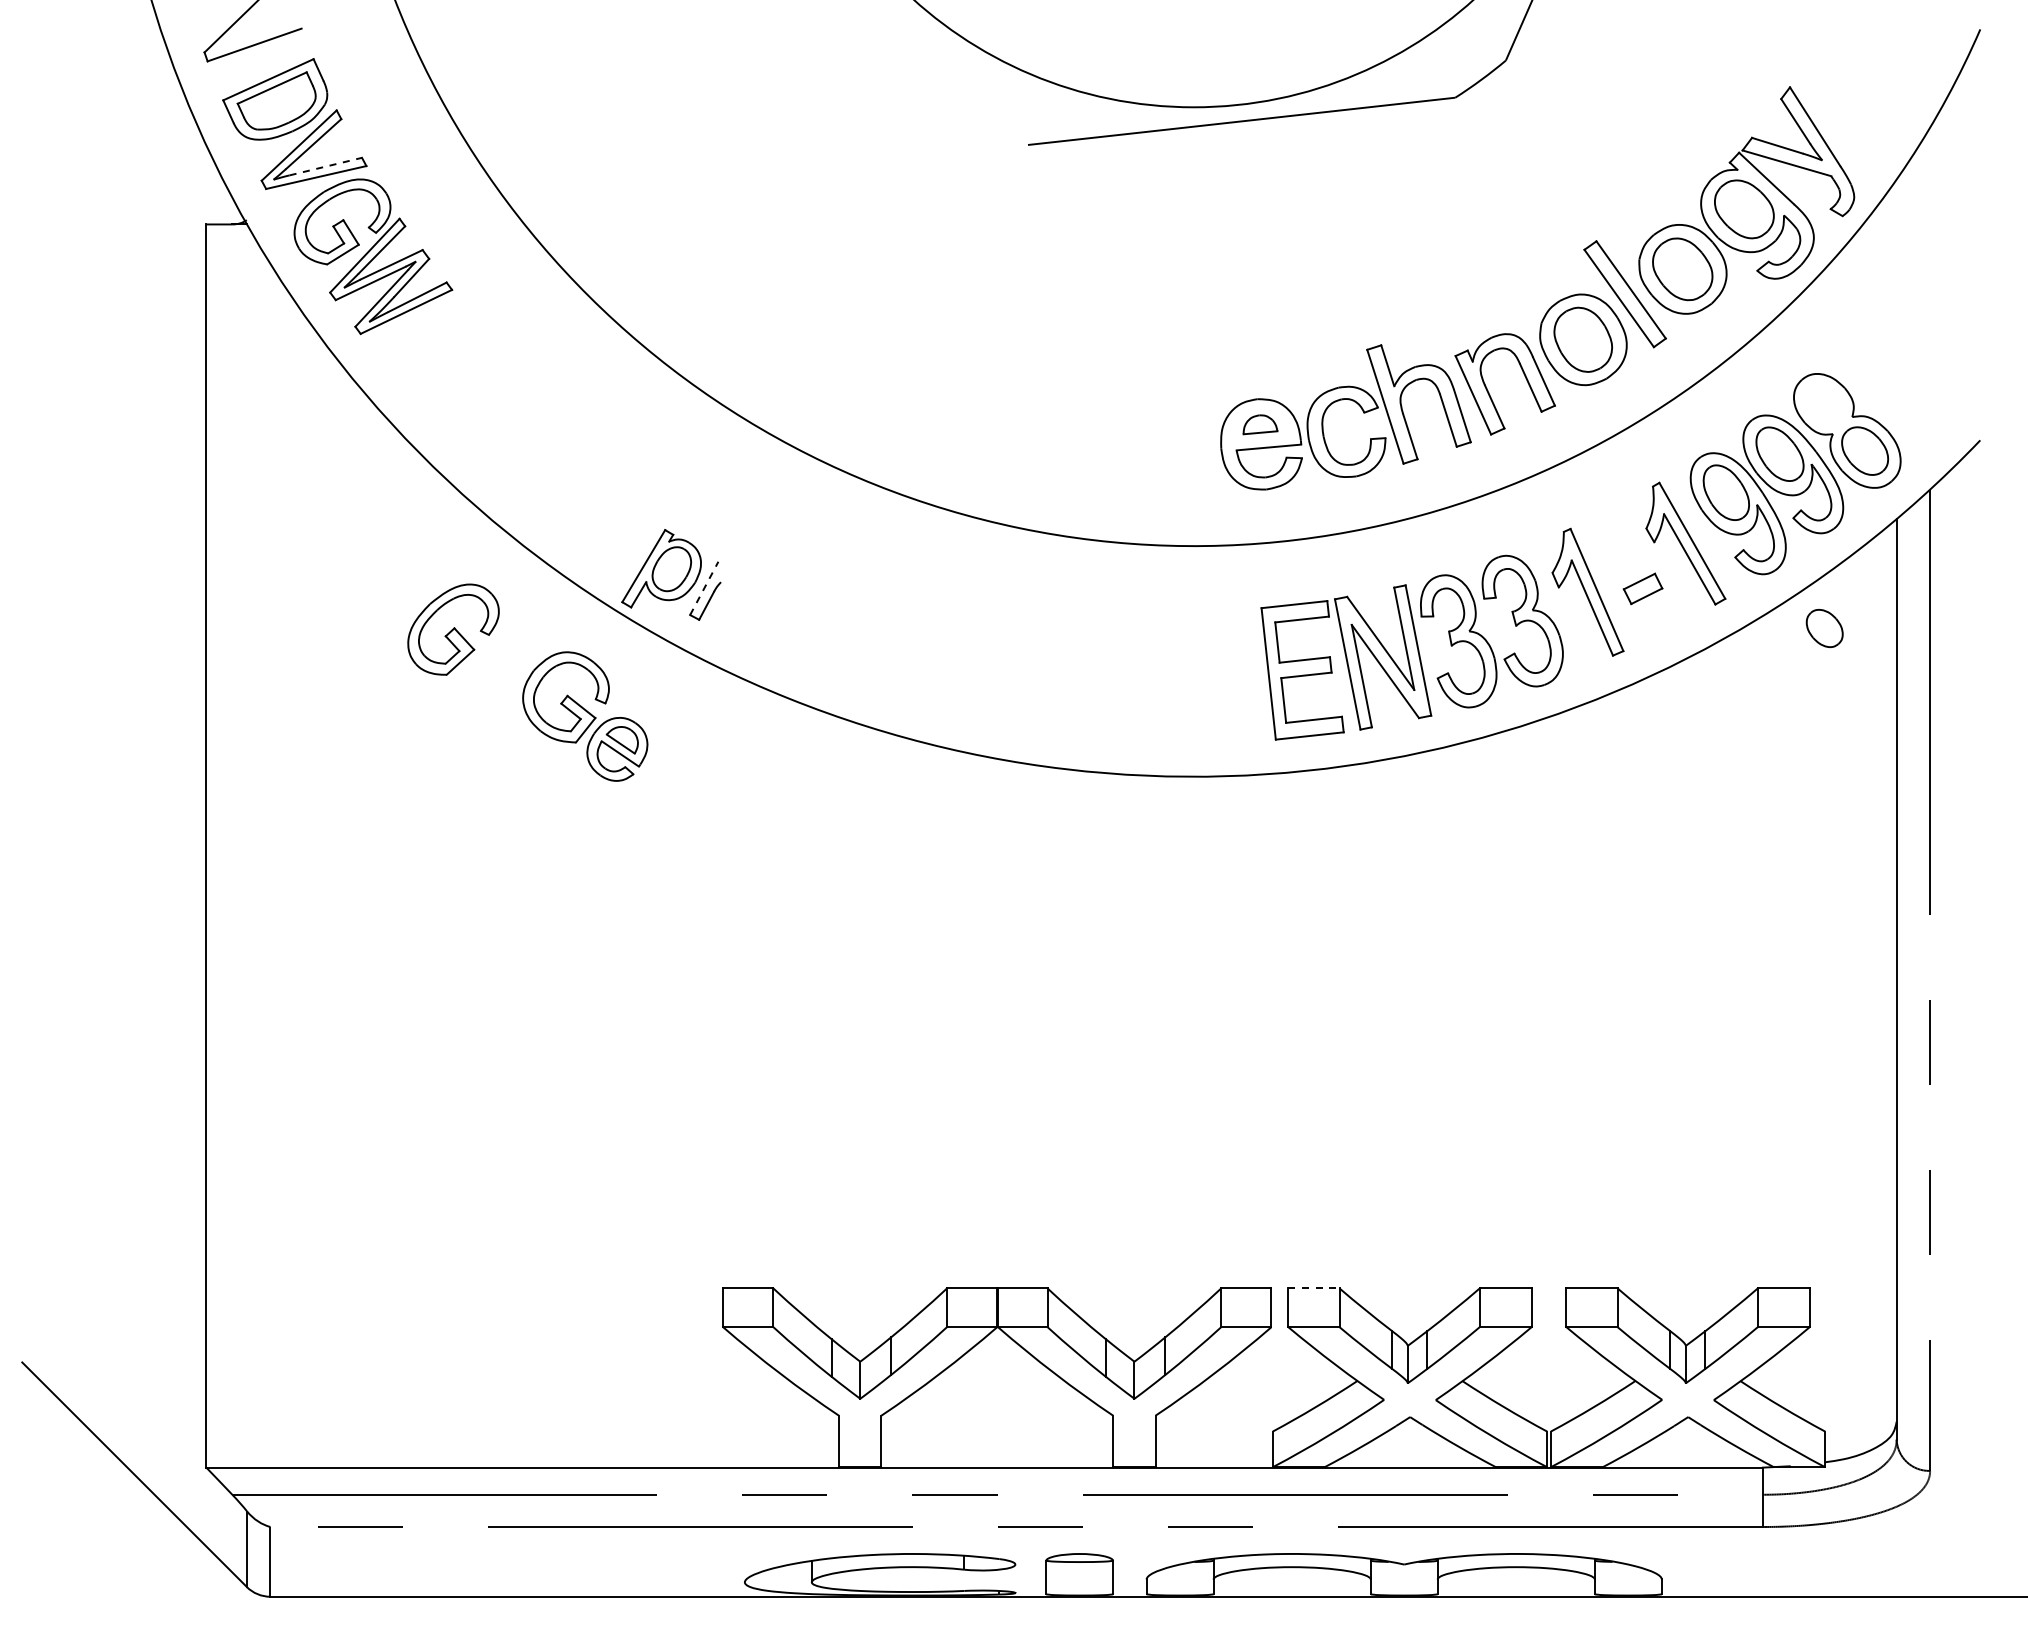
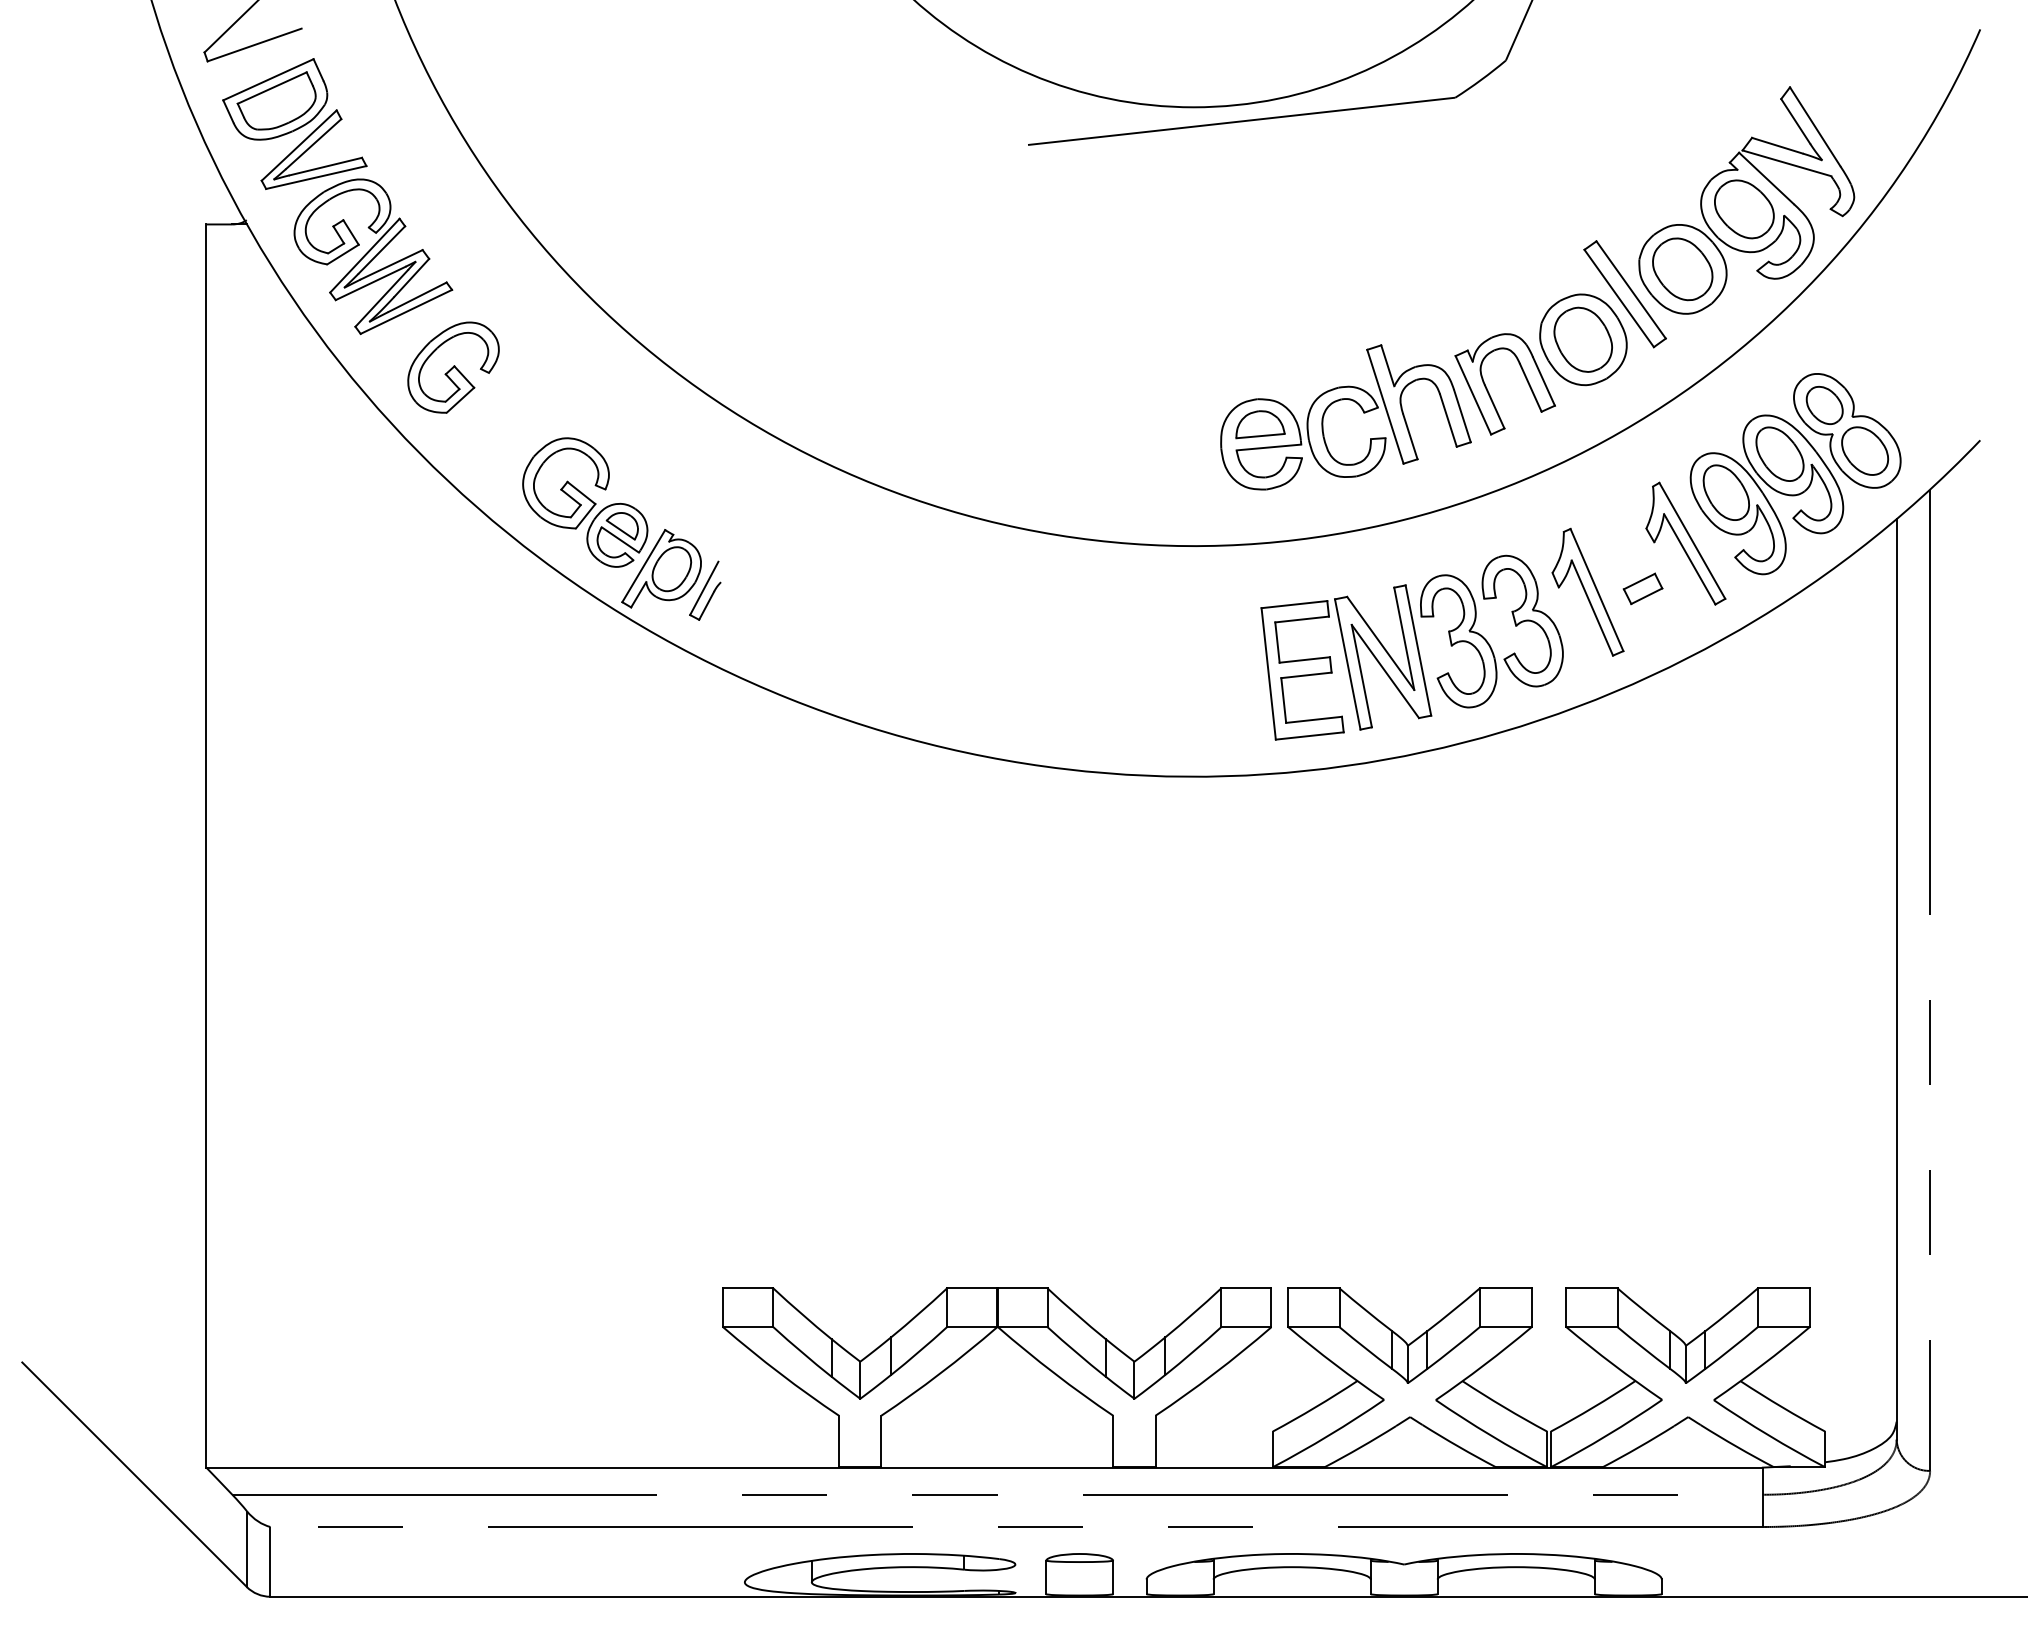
line at (326, 166): dashed -> solid
part at (1260, 424) size: 37x22 px -> 51x30 px
line at (704, 587): dashed -> solid
part at (1824, 628) position: (1824, 628) -> (1824, 405)
part at (453, 629) position: (453, 629) -> (453, 367)
part at (585, 716) position: (585, 716) -> (585, 502)
line at (1313, 1288): dashed -> solid
